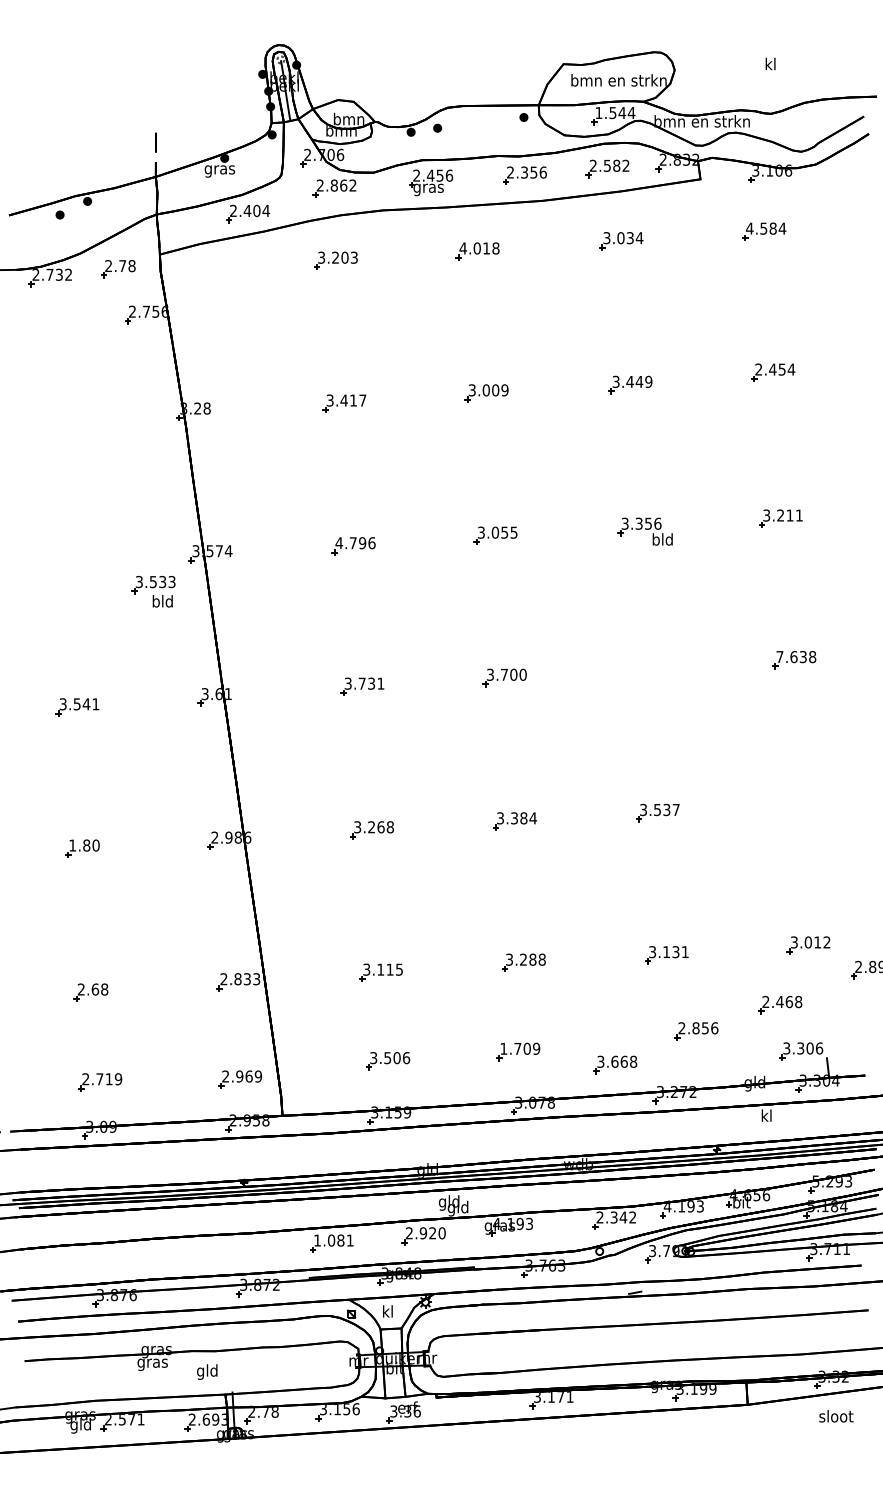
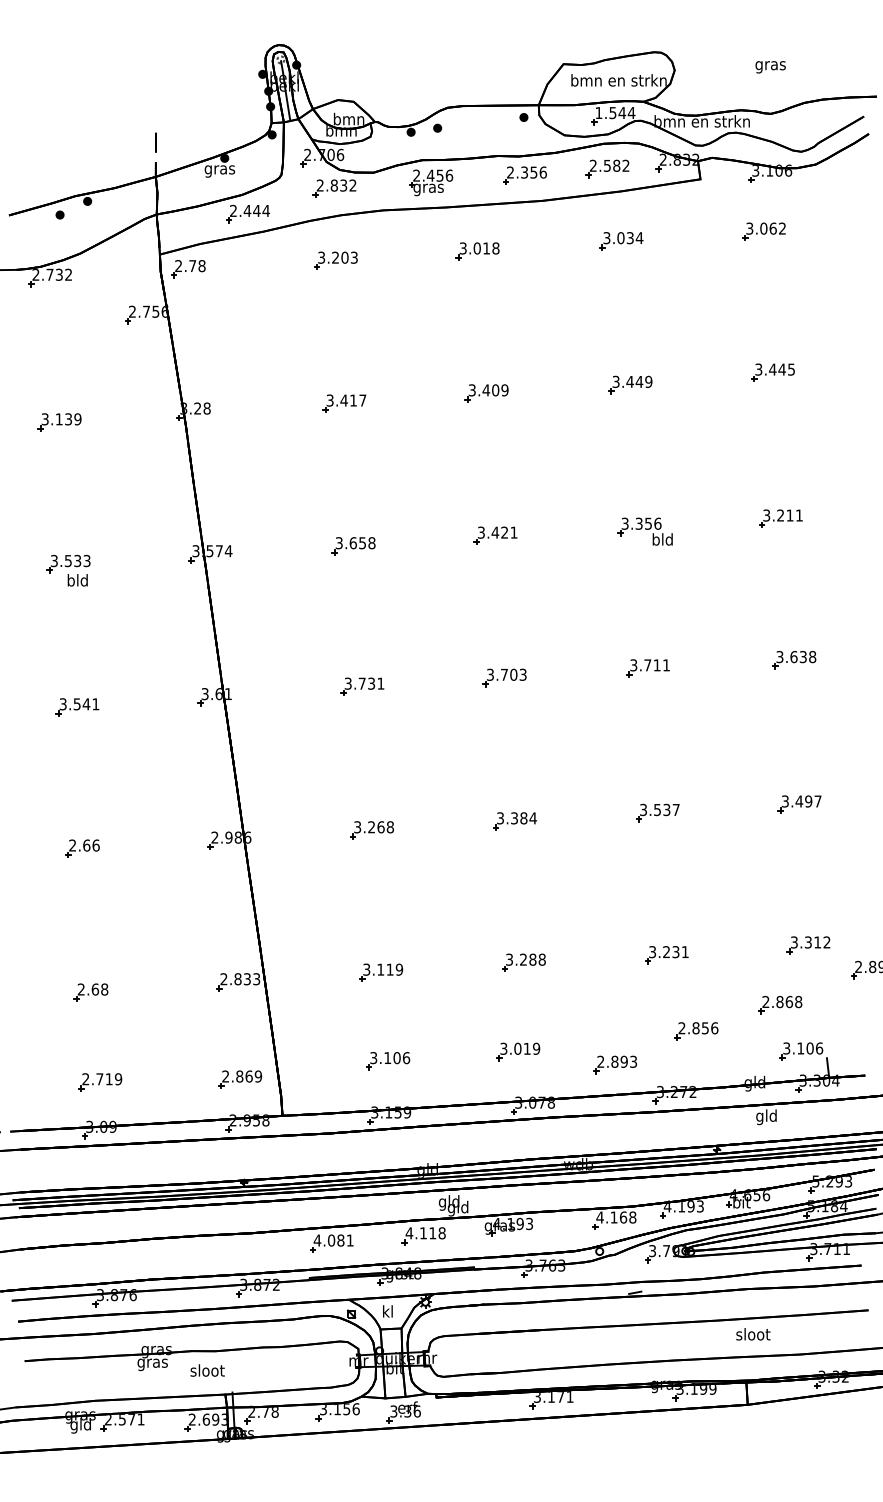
text at (770, 65): kl -> gras
text at (343, 185): 2.862 -> 2.832
text at (256, 210): 2.404 -> 2.444
text at (766, 228): 4.584 -> 3.062
text at (463, 248): 4.018 -> 3.018
part at (118, 269) position: (118, 269) -> (188, 269)
text at (775, 369): 2.454 -> 3.445
text at (486, 390): 3.009 -> 3.409
part at (59, 422): none -> present
text at (504, 532): 3.055 -> 3.421
text at (355, 543): 4.796 -> 3.658
part at (153, 591) position: (153, 591) -> (68, 570)
text at (779, 657): 7.638 -> 3.638
part at (647, 668): none -> present
text at (522, 674): 3.700 -> 3.703
part at (799, 804): none -> present
text at (84, 845): 1.80 -> 2.66
text at (808, 942): 3.012 -> 3.312
text at (666, 951): 3.131 -> 3.231
text at (399, 969): 3.115 -> 3.119
text at (779, 1002): 2.468 -> 2.868
text at (515, 1048): 1.709 -> 3.019
text at (800, 1048): 3.306 -> 3.106
text at (387, 1058): 3.506 -> 3.106
text at (617, 1061): 3.668 -> 2.893
text at (239, 1076): 2.969 -> 2.869
text at (766, 1117): kl -> gld
text at (616, 1217): 2.342 -> 4.168
text at (425, 1233): 2.920 -> 4.118
text at (317, 1240): 1.081 -> 4.081
text at (207, 1371): gld -> sloot
text at (836, 1416) position: (836, 1416) -> (753, 1334)
